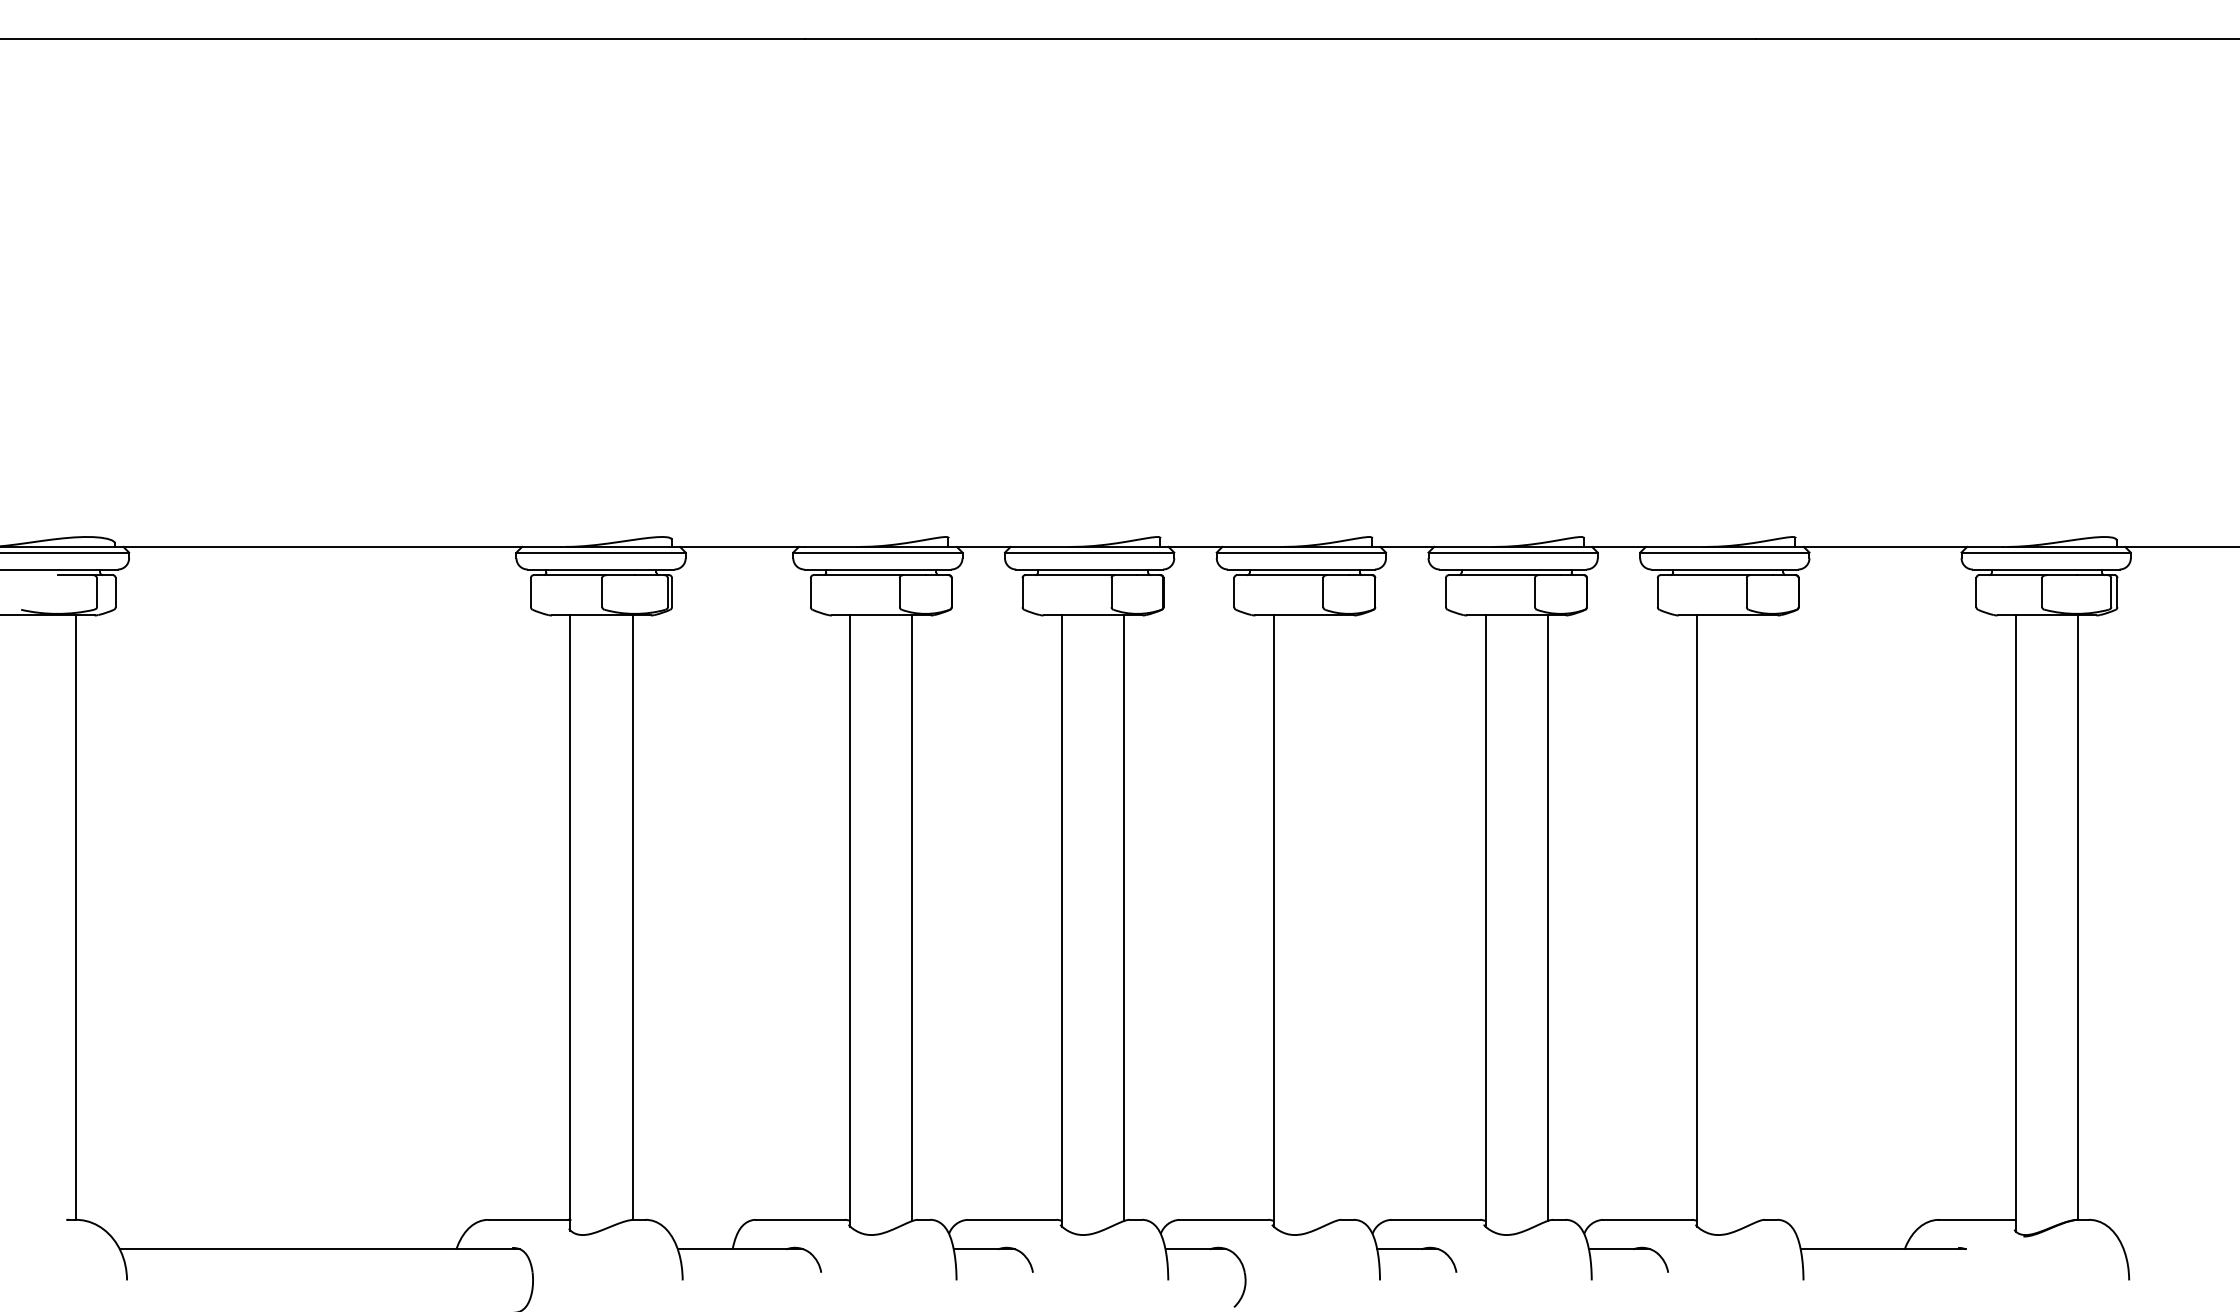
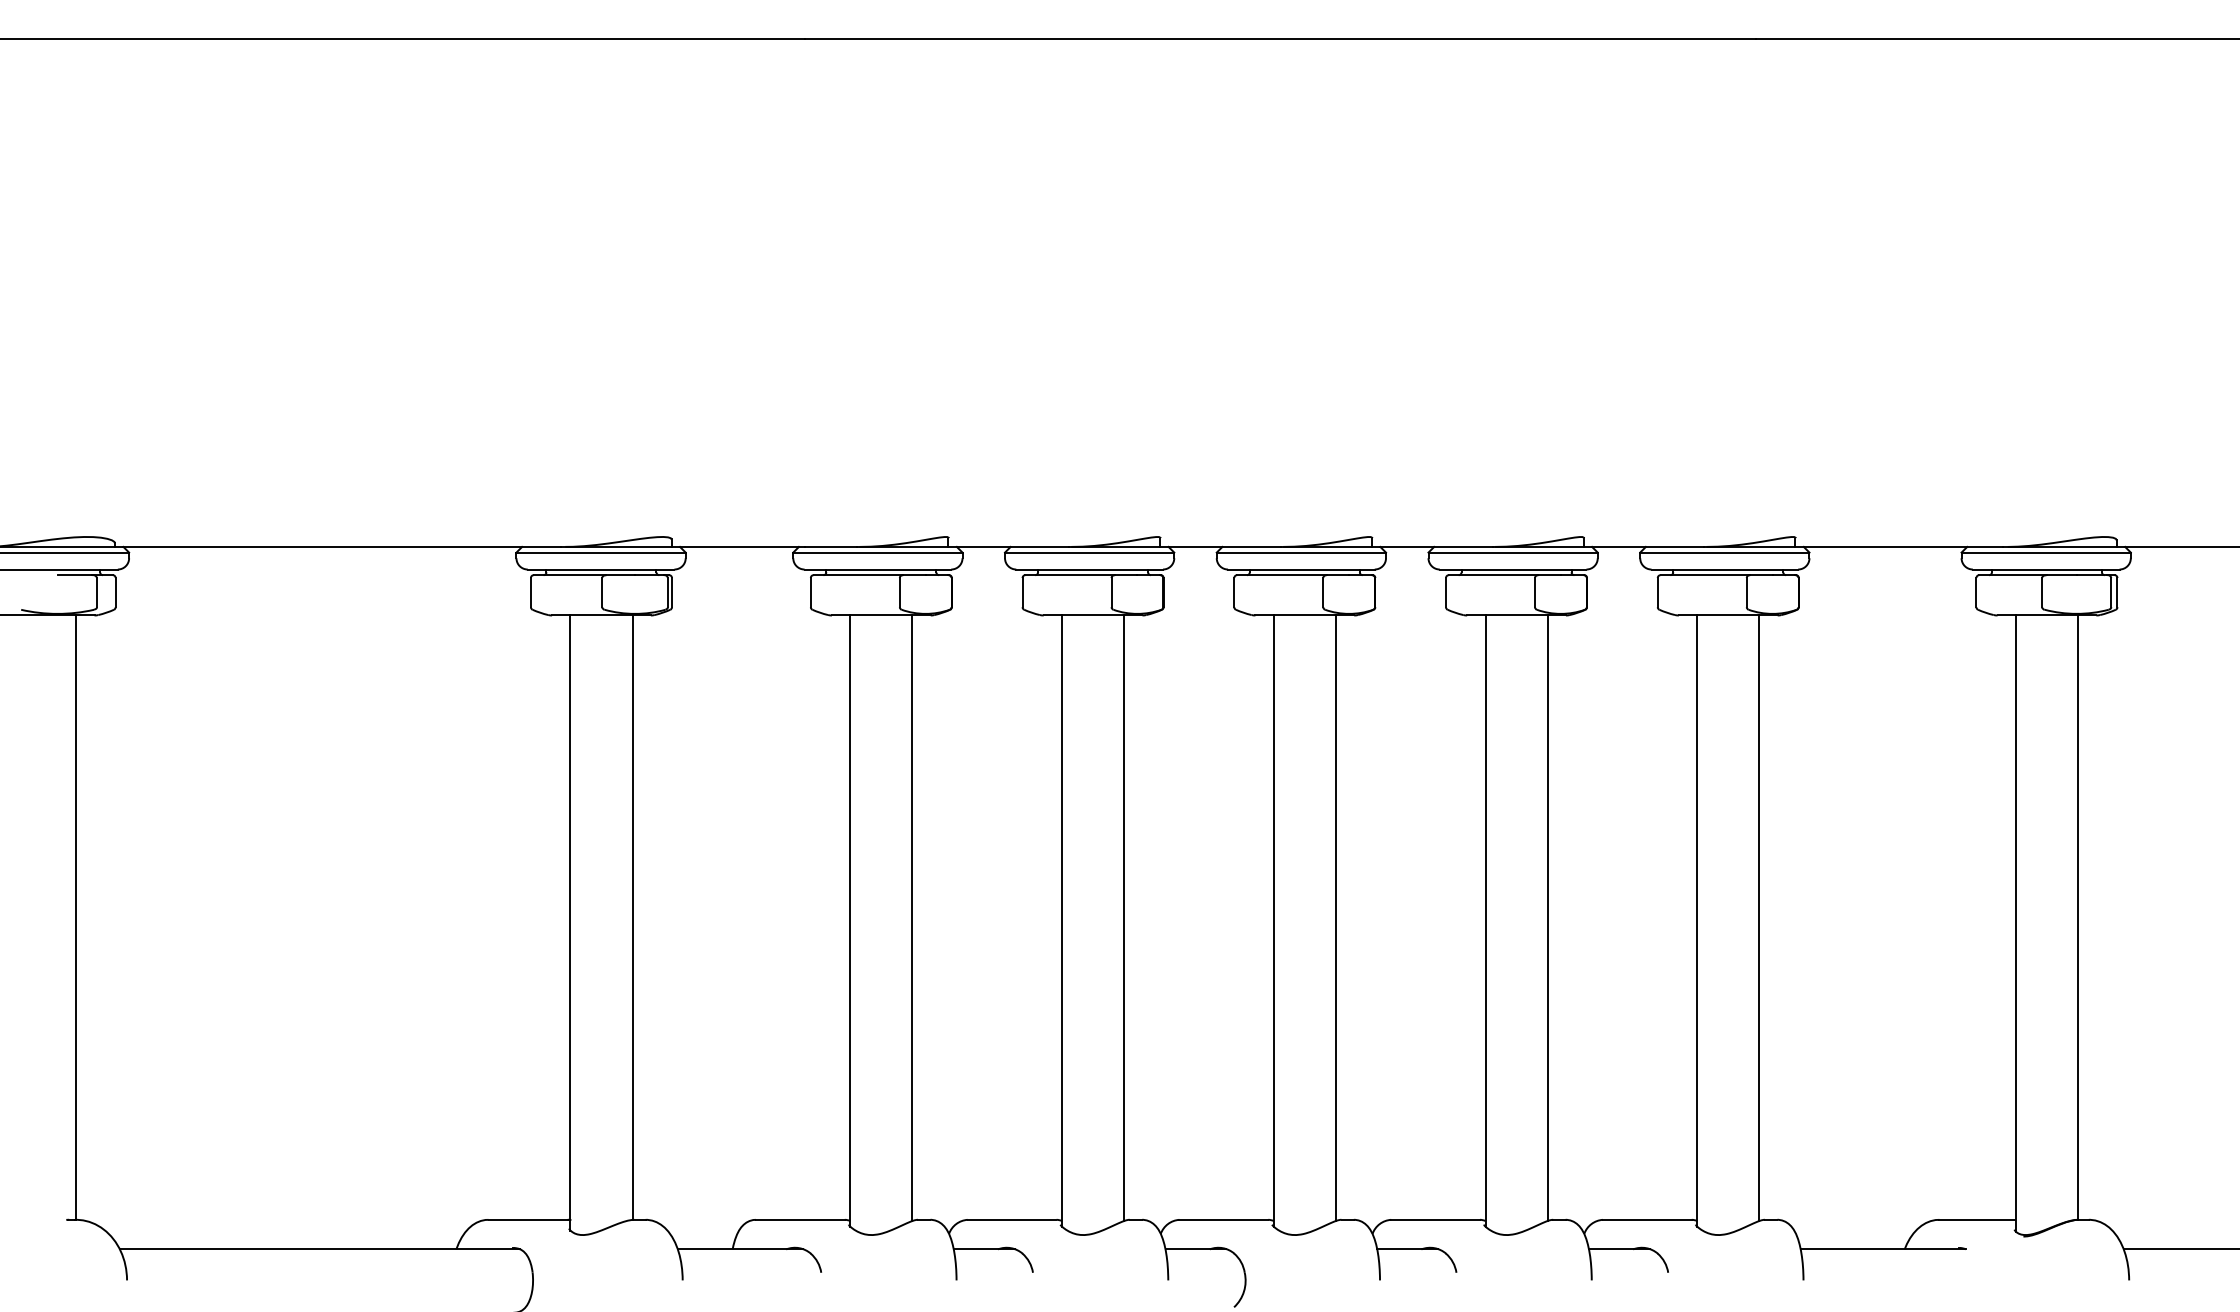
line at (1335, 918): none -> present
line at (1759, 918): none -> present
line at (2179, 1249): none -> present
